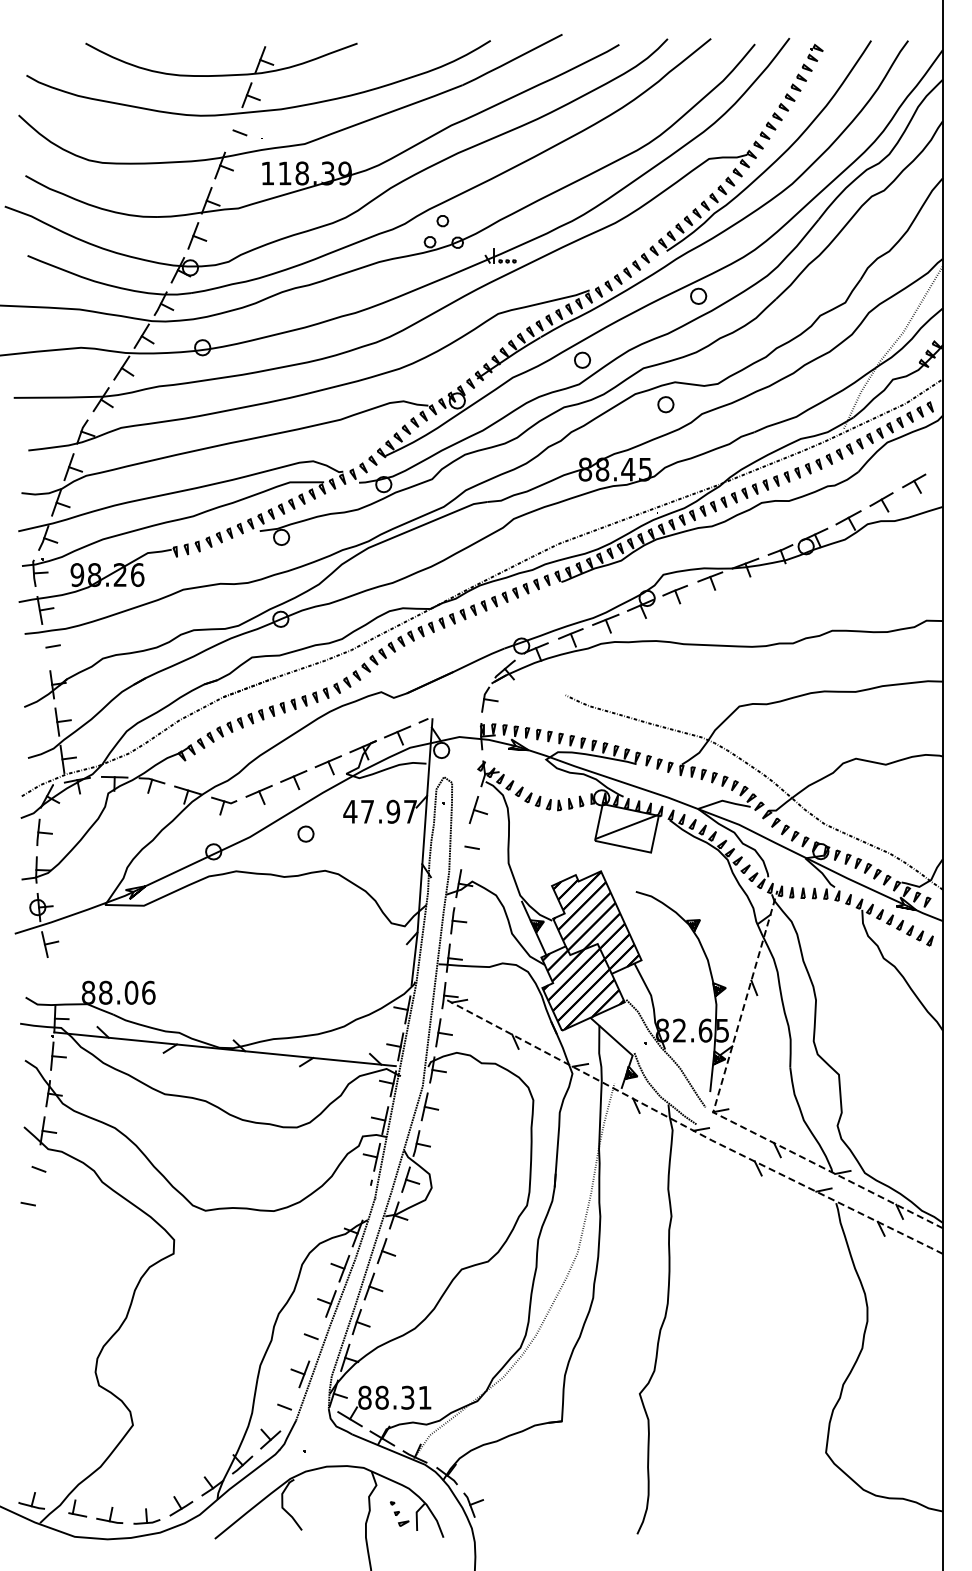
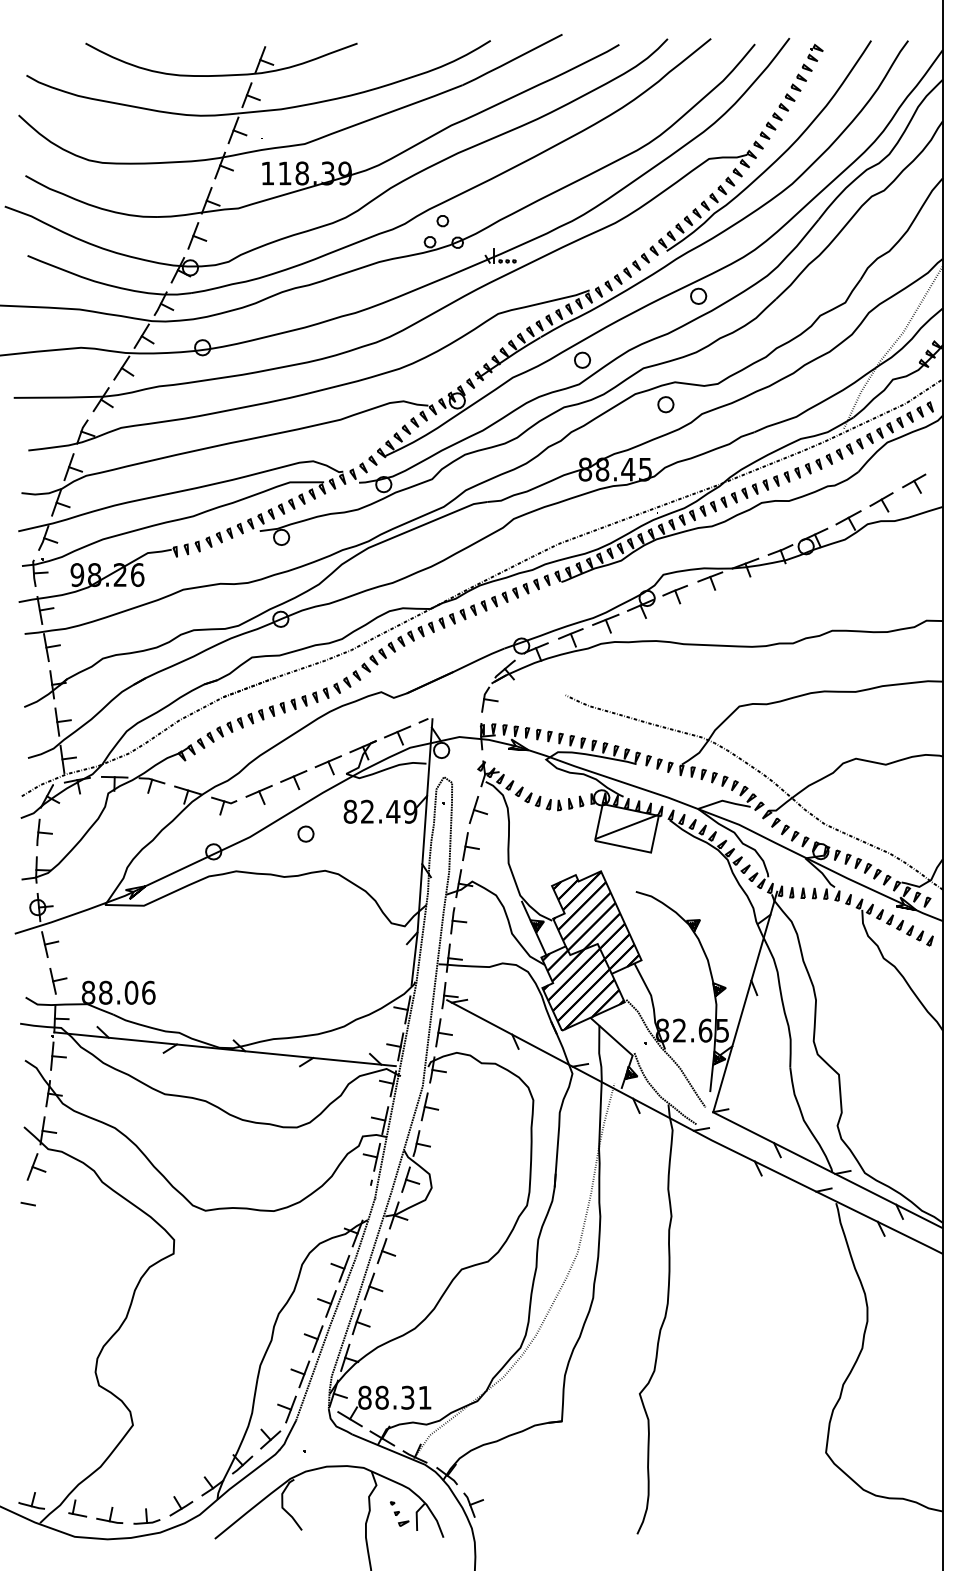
line at (233, 130): none -> present
line at (46, 647): none -> present
text at (380, 811): 47.97 -> 82.49
line at (465, 846): none -> present
part at (58, 981): none -> present
line at (724, 1118): dashed -> solid
line at (693, 1130): dashed -> solid
line at (32, 1166): none -> present
line at (317, 1338): none -> present
line at (290, 1409): none -> present
